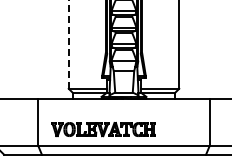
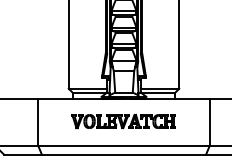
line at (68, 44): dashed -> solid
part at (103, 129) position: (103, 129) -> (123, 121)
